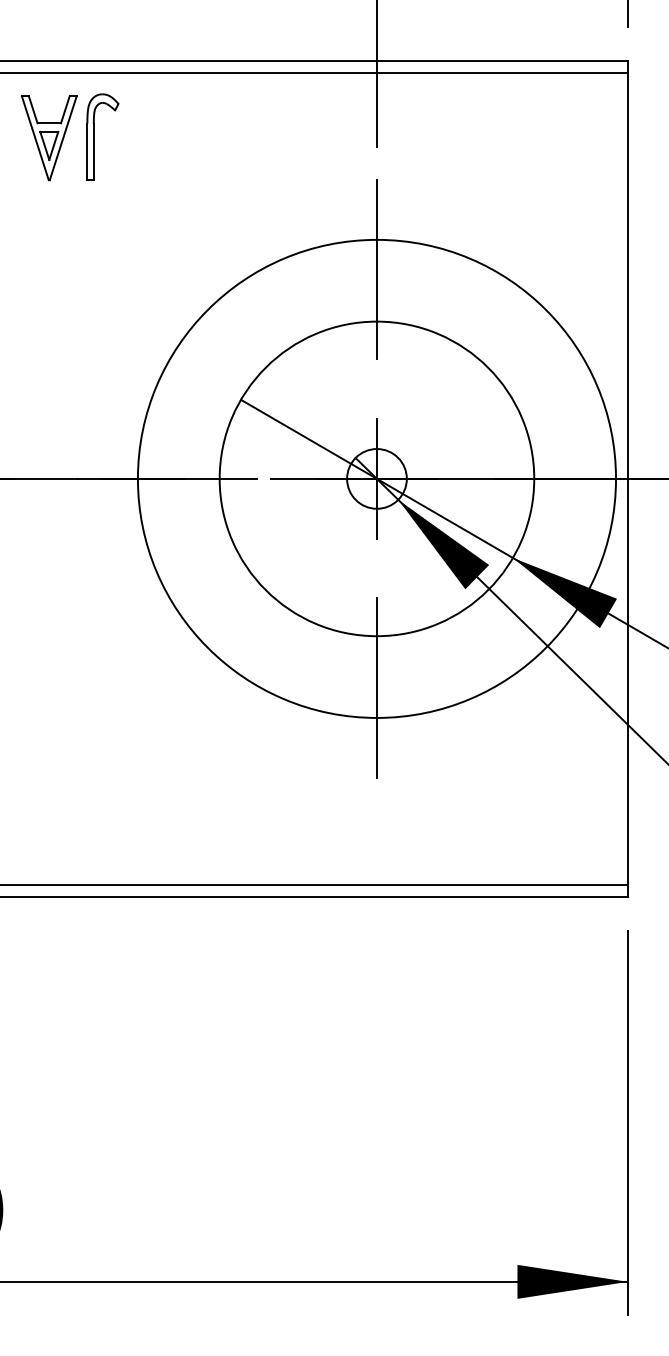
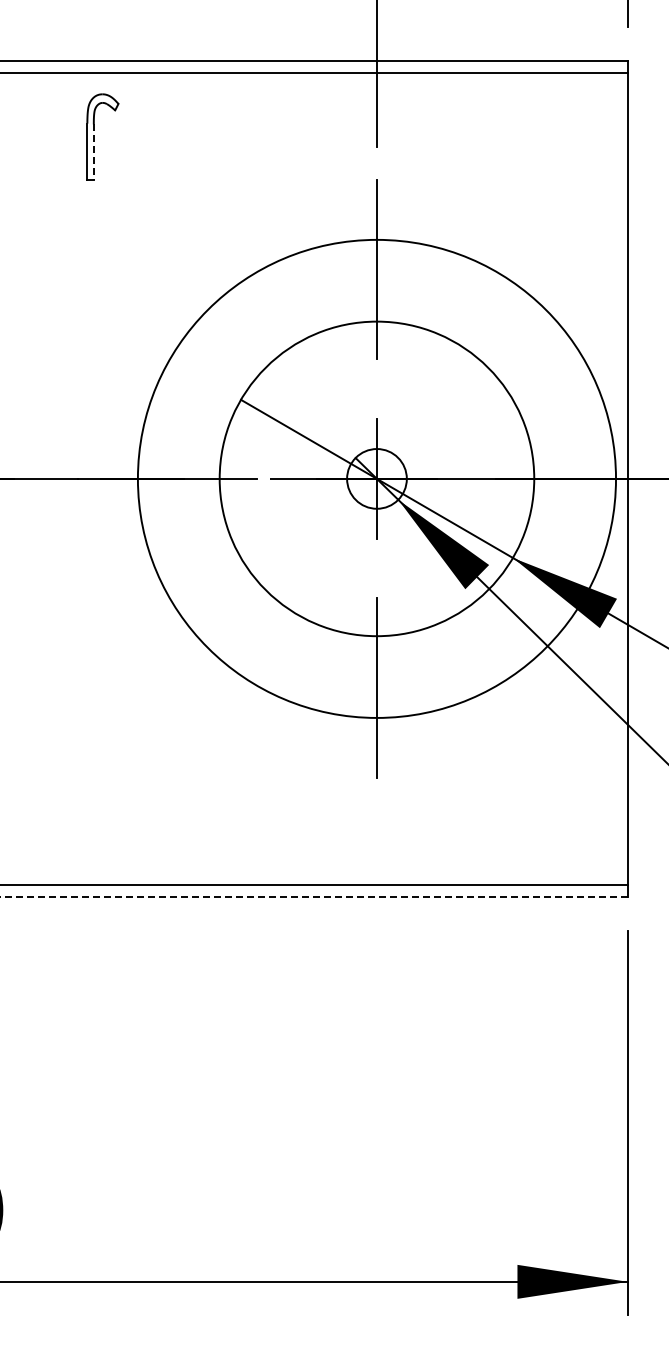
part at (49, 138): present -> none
line at (93, 152): solid -> dashed
line at (314, 897): solid -> dashed
